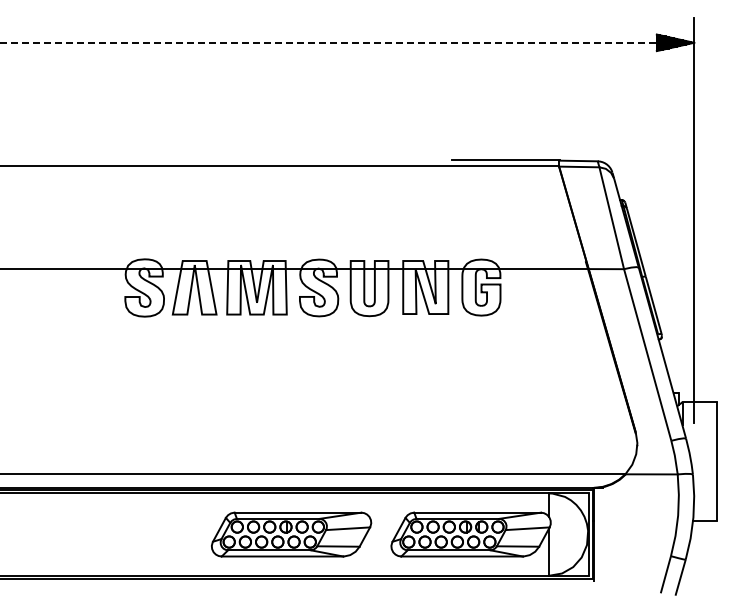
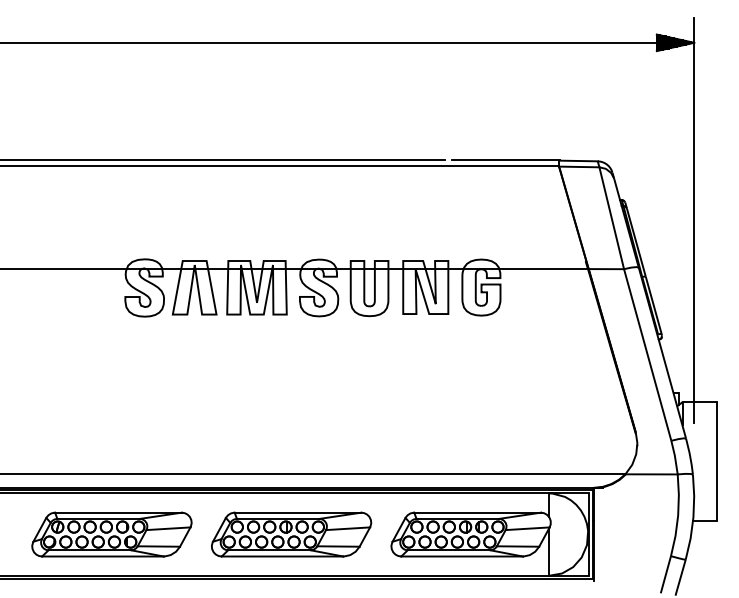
line at (347, 42): dashed -> solid
line at (223, 159): none -> present
part at (111, 534): none -> present
